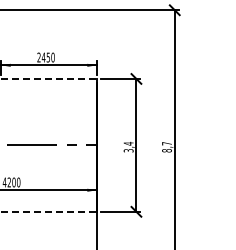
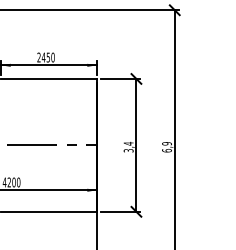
line at (49, 78): dashed -> solid
text at (166, 147): 8,7 -> 6,9
line at (49, 211): dashed -> solid
